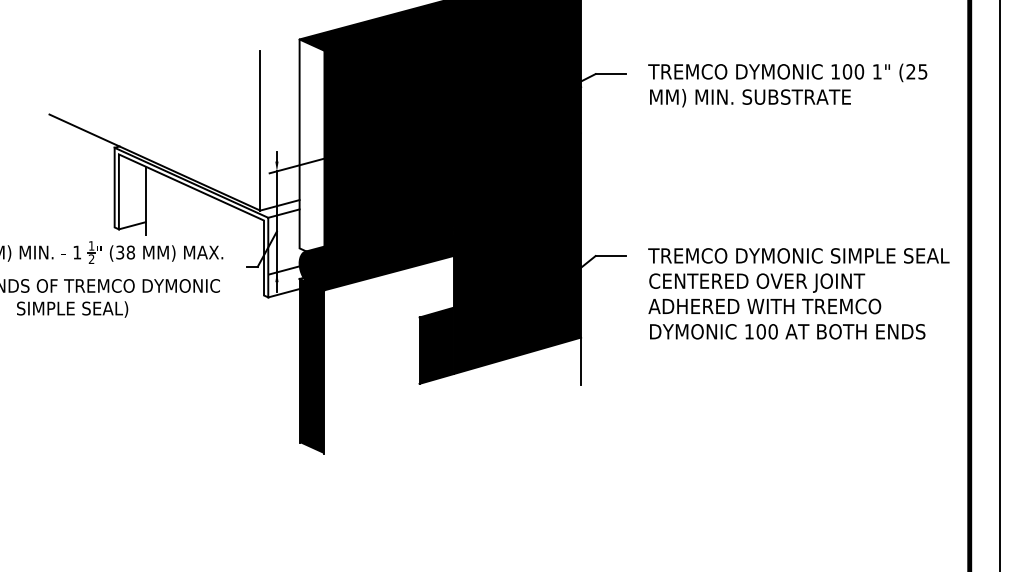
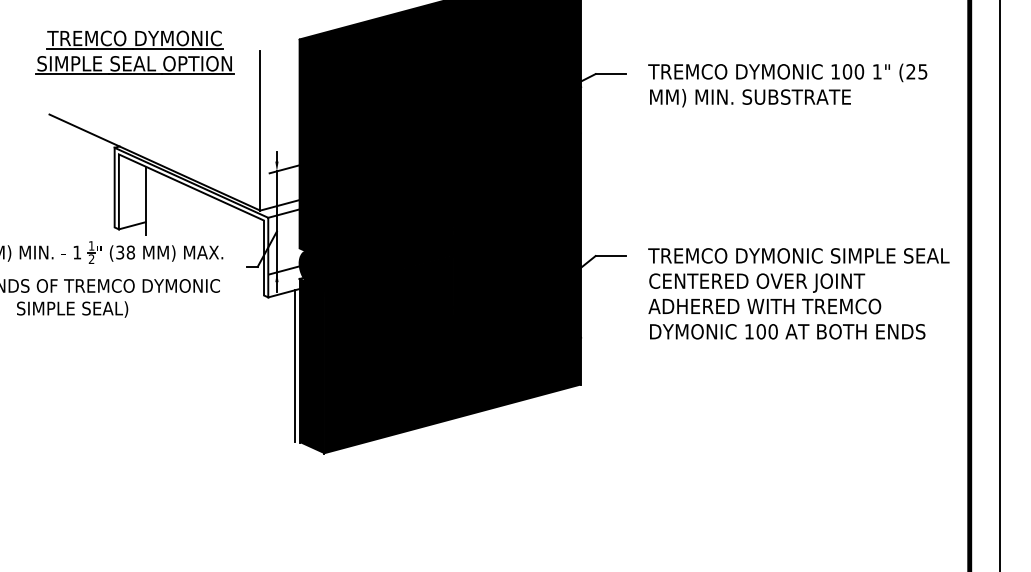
part at (134, 52): none -> present
fill at (311, 149): none -> present
fill at (452, 354): none -> present
line at (295, 366): none -> present
